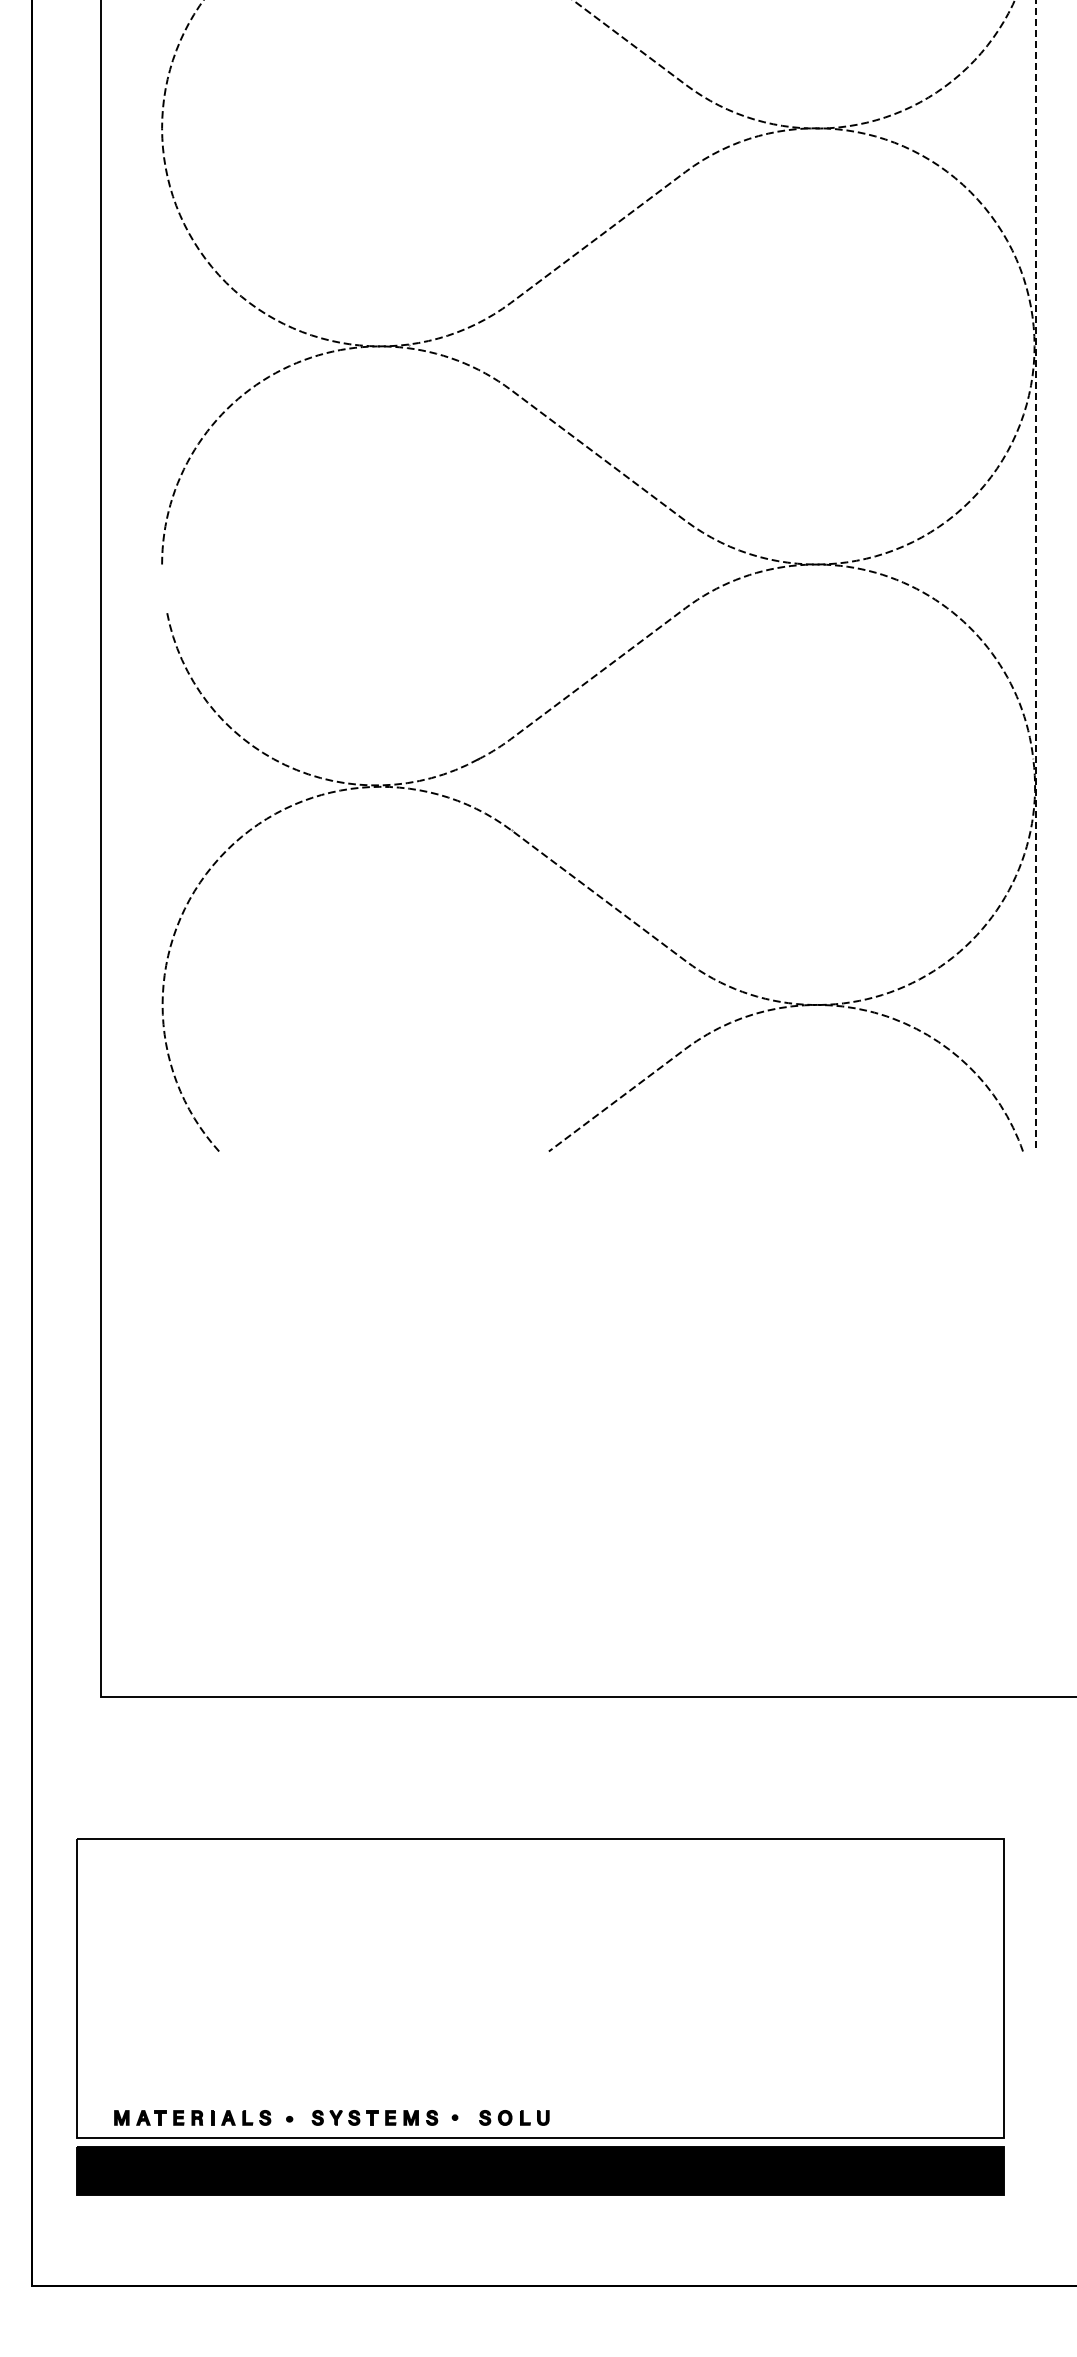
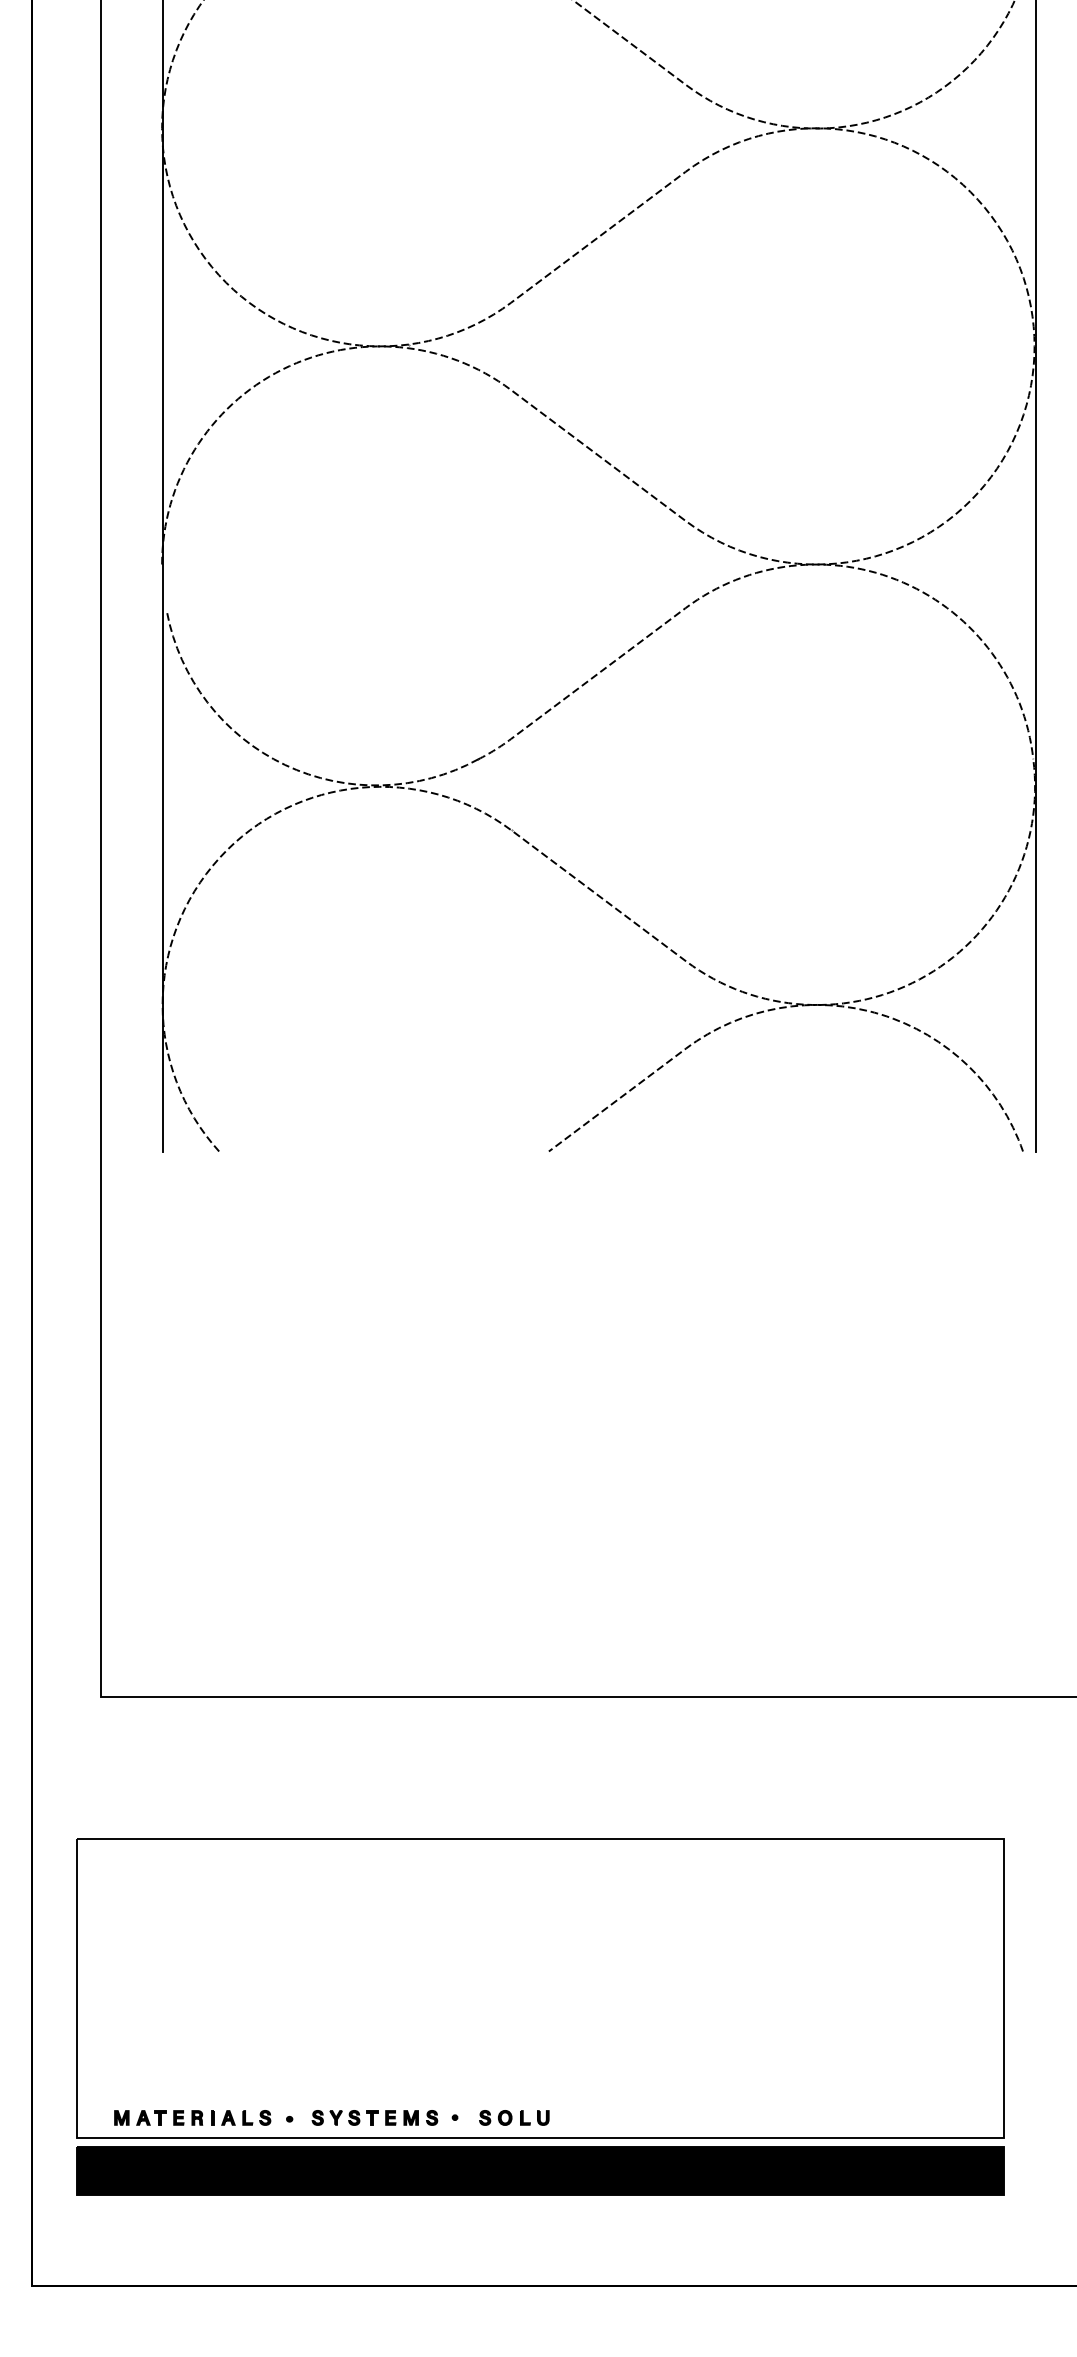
line at (163, 576): none -> present
line at (1035, 576): dashed -> solid
